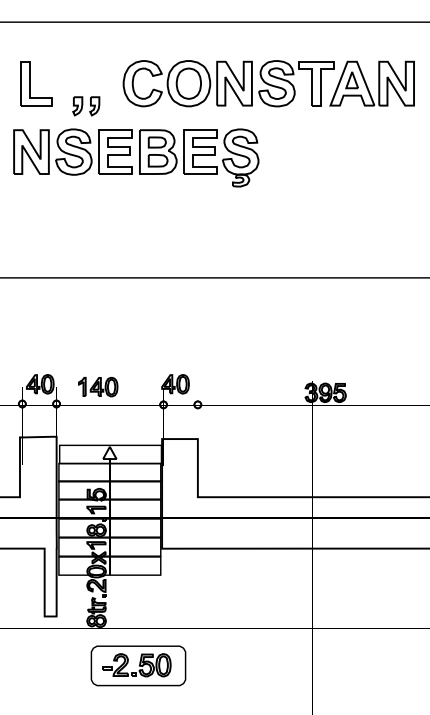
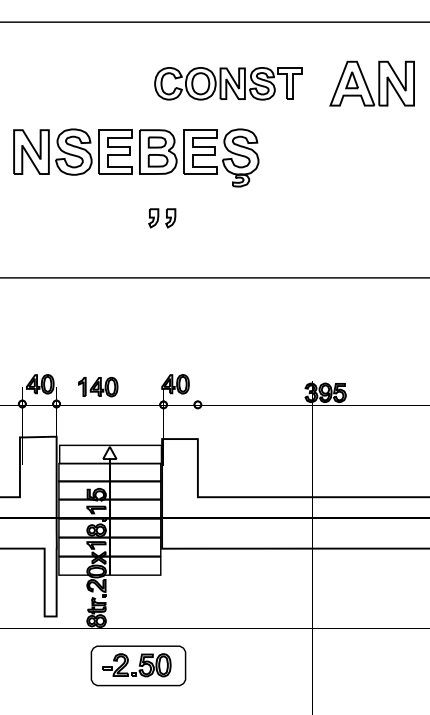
part at (36, 83): present -> none
part at (228, 83) size: 213x48 px -> 149x34 px
part at (86, 106) position: (86, 106) -> (162, 218)
